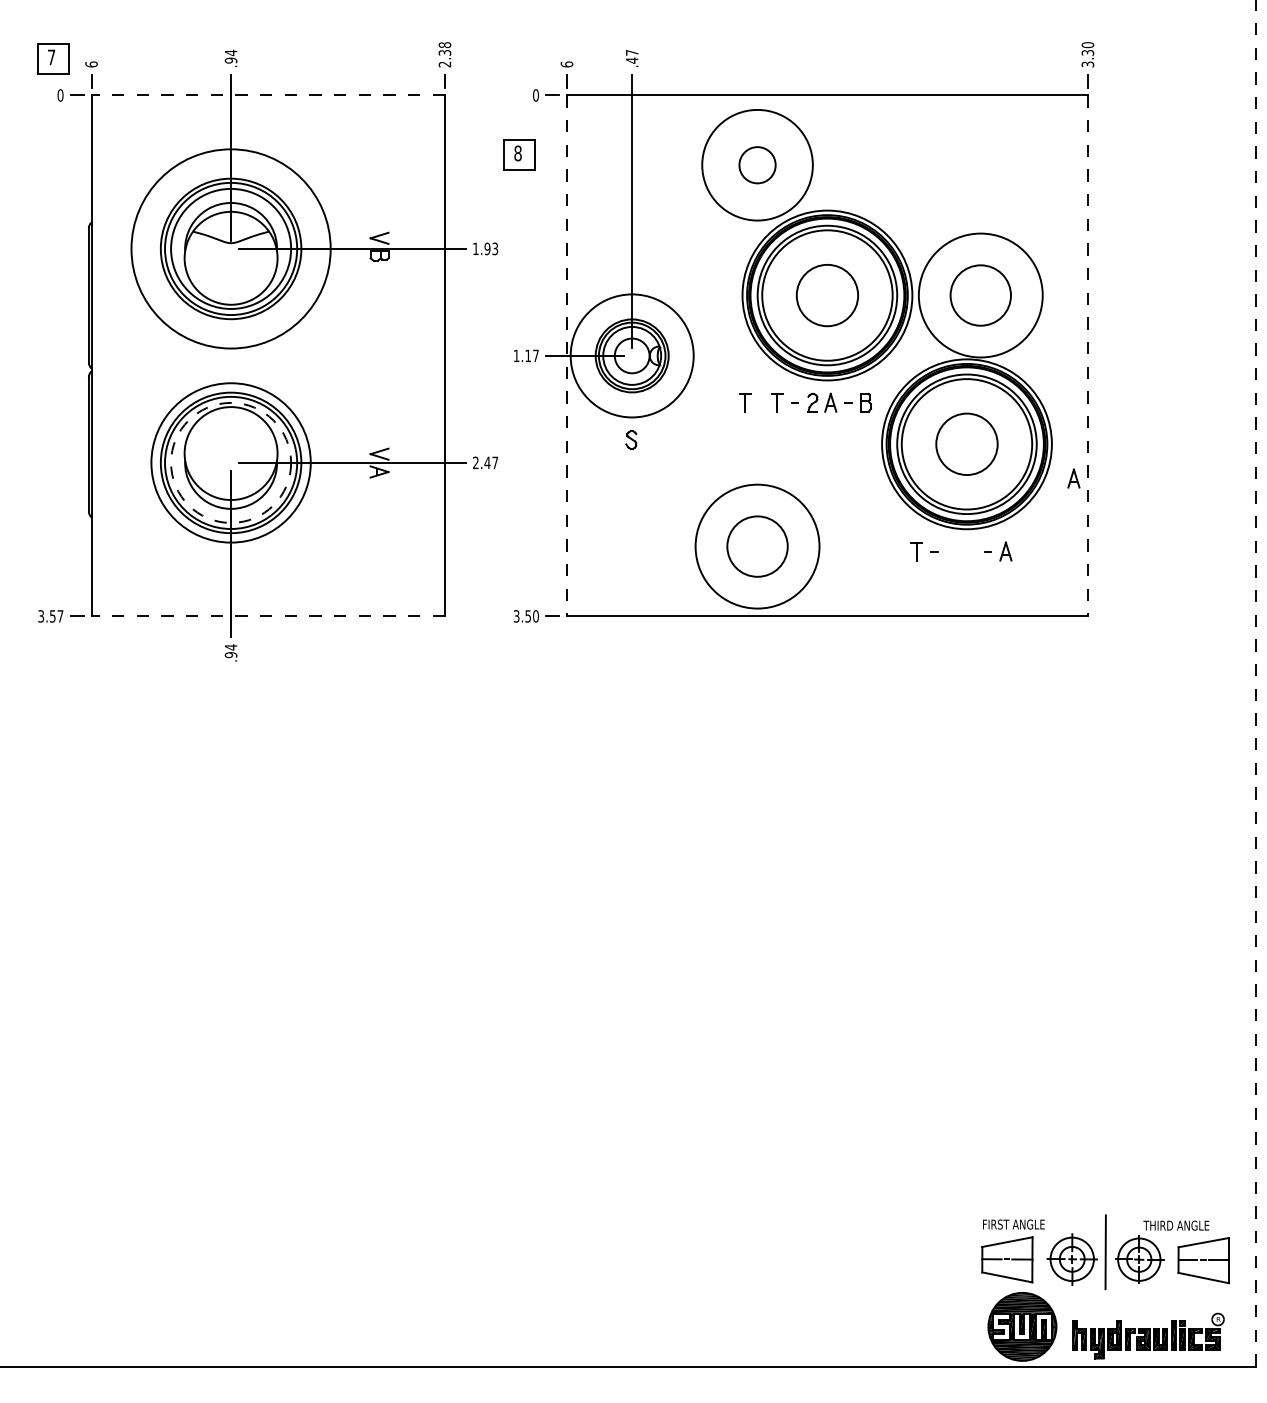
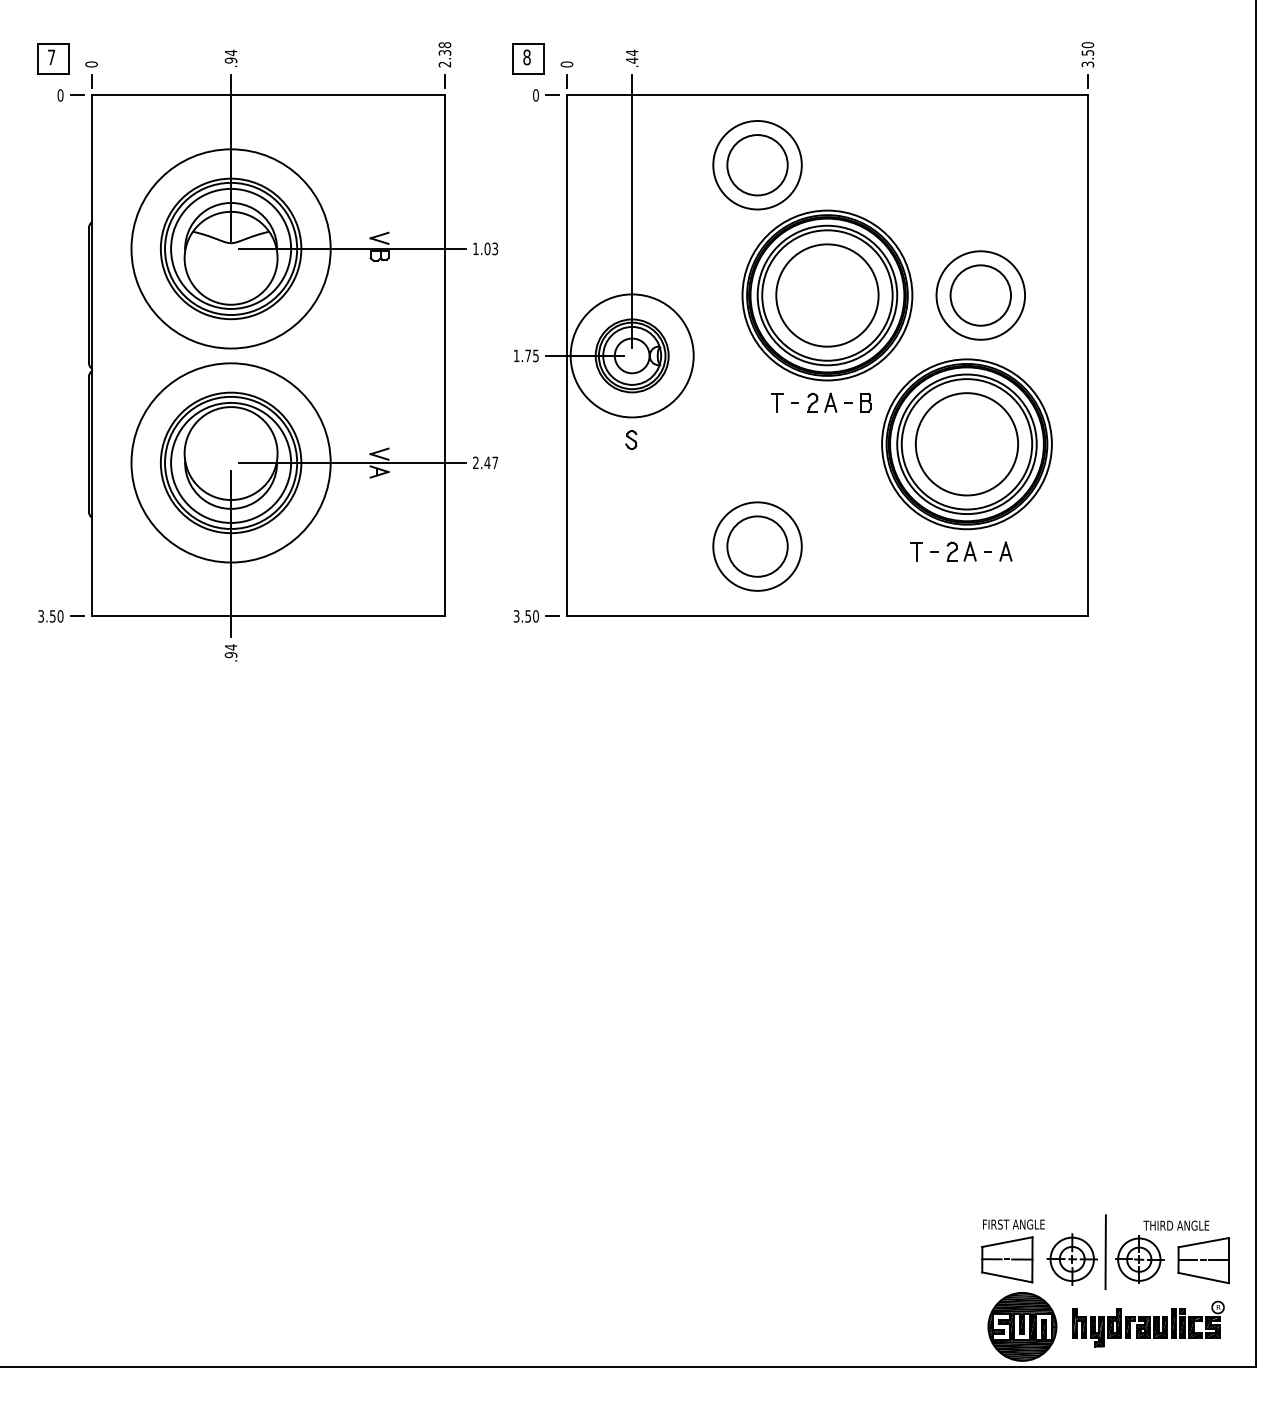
text at (632, 52): .47 -> .44
text at (1087, 52): 3.30 -> 3.50
text at (91, 64): 6 -> 0
text at (566, 64): 6 -> 0
line at (268, 95): dashed -> solid
part at (519, 154) position: (519, 154) -> (528, 58)
circle at (757, 164) diameter: 111 px -> 89 px
circle at (757, 165) diameter: 36 px -> 60 px
text at (487, 249): 1.93 -> 1.03
circle at (827, 295) diameter: 61 px -> 102 px
circle at (980, 295) diameter: 124 px -> 89 px
text at (531, 355): 1.17 -> 1.75
line at (566, 356): dashed -> solid
line at (1087, 356): dashed -> solid
part at (745, 402): present -> none
circle at (966, 444) diameter: 61 px -> 102 px
circle at (230, 462) diameter: 159 px -> 199 px
circle at (231, 462): dashed -> solid
part at (1073, 478): present -> none
circle at (757, 546) diameter: 124 px -> 89 px
part at (961, 551): none -> present
text at (60, 616): 3.57 -> 3.50
line at (268, 616): dashed -> solid
line at (1256, 682): dashed -> solid
part at (1148, 1335) position: (1148, 1335) -> (1148, 1323)
